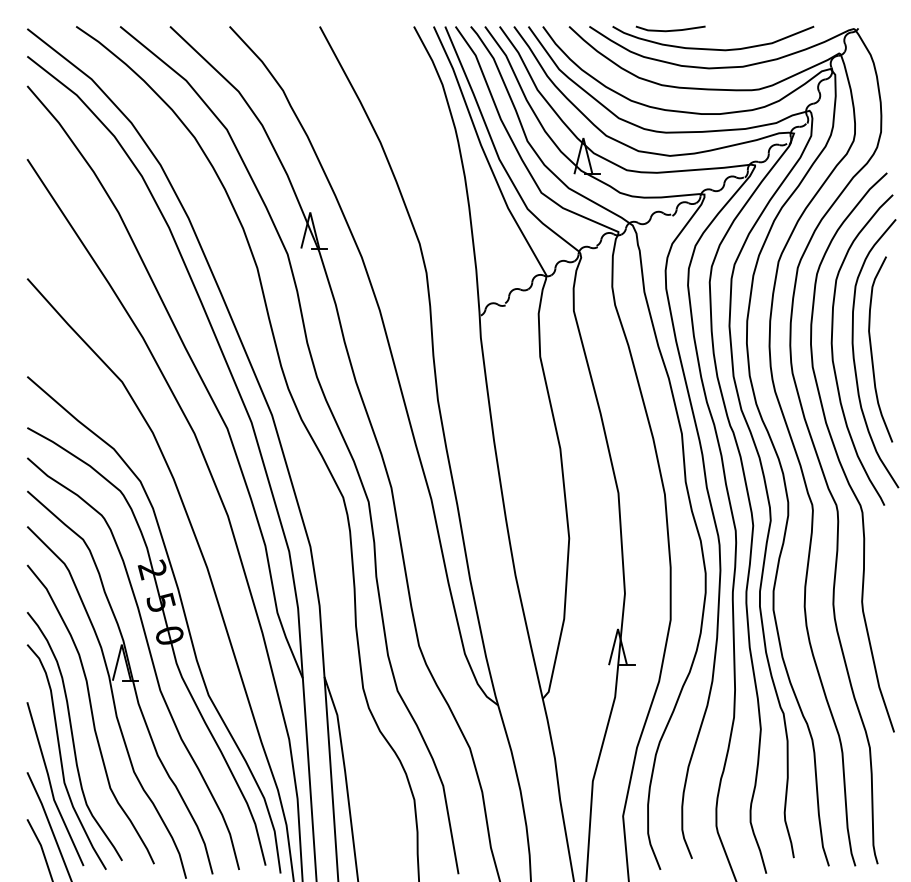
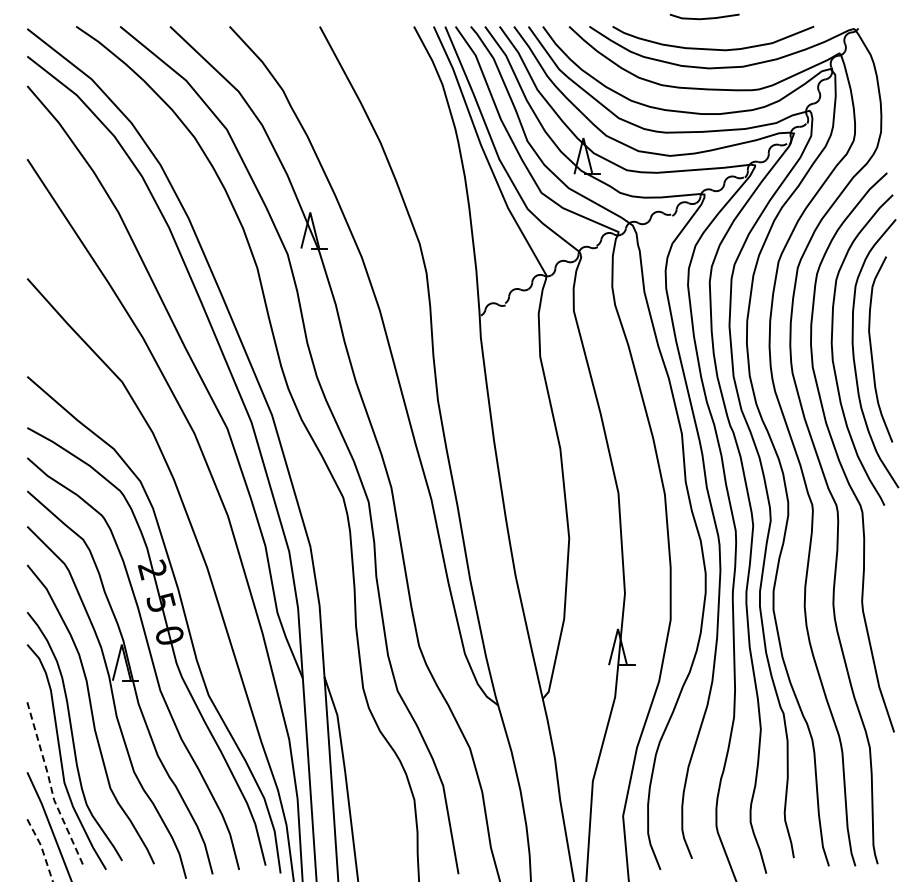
line at (671, 29) position: (671, 29) -> (705, 17)
line at (50, 786): solid -> dashed
line at (42, 849): solid -> dashed
